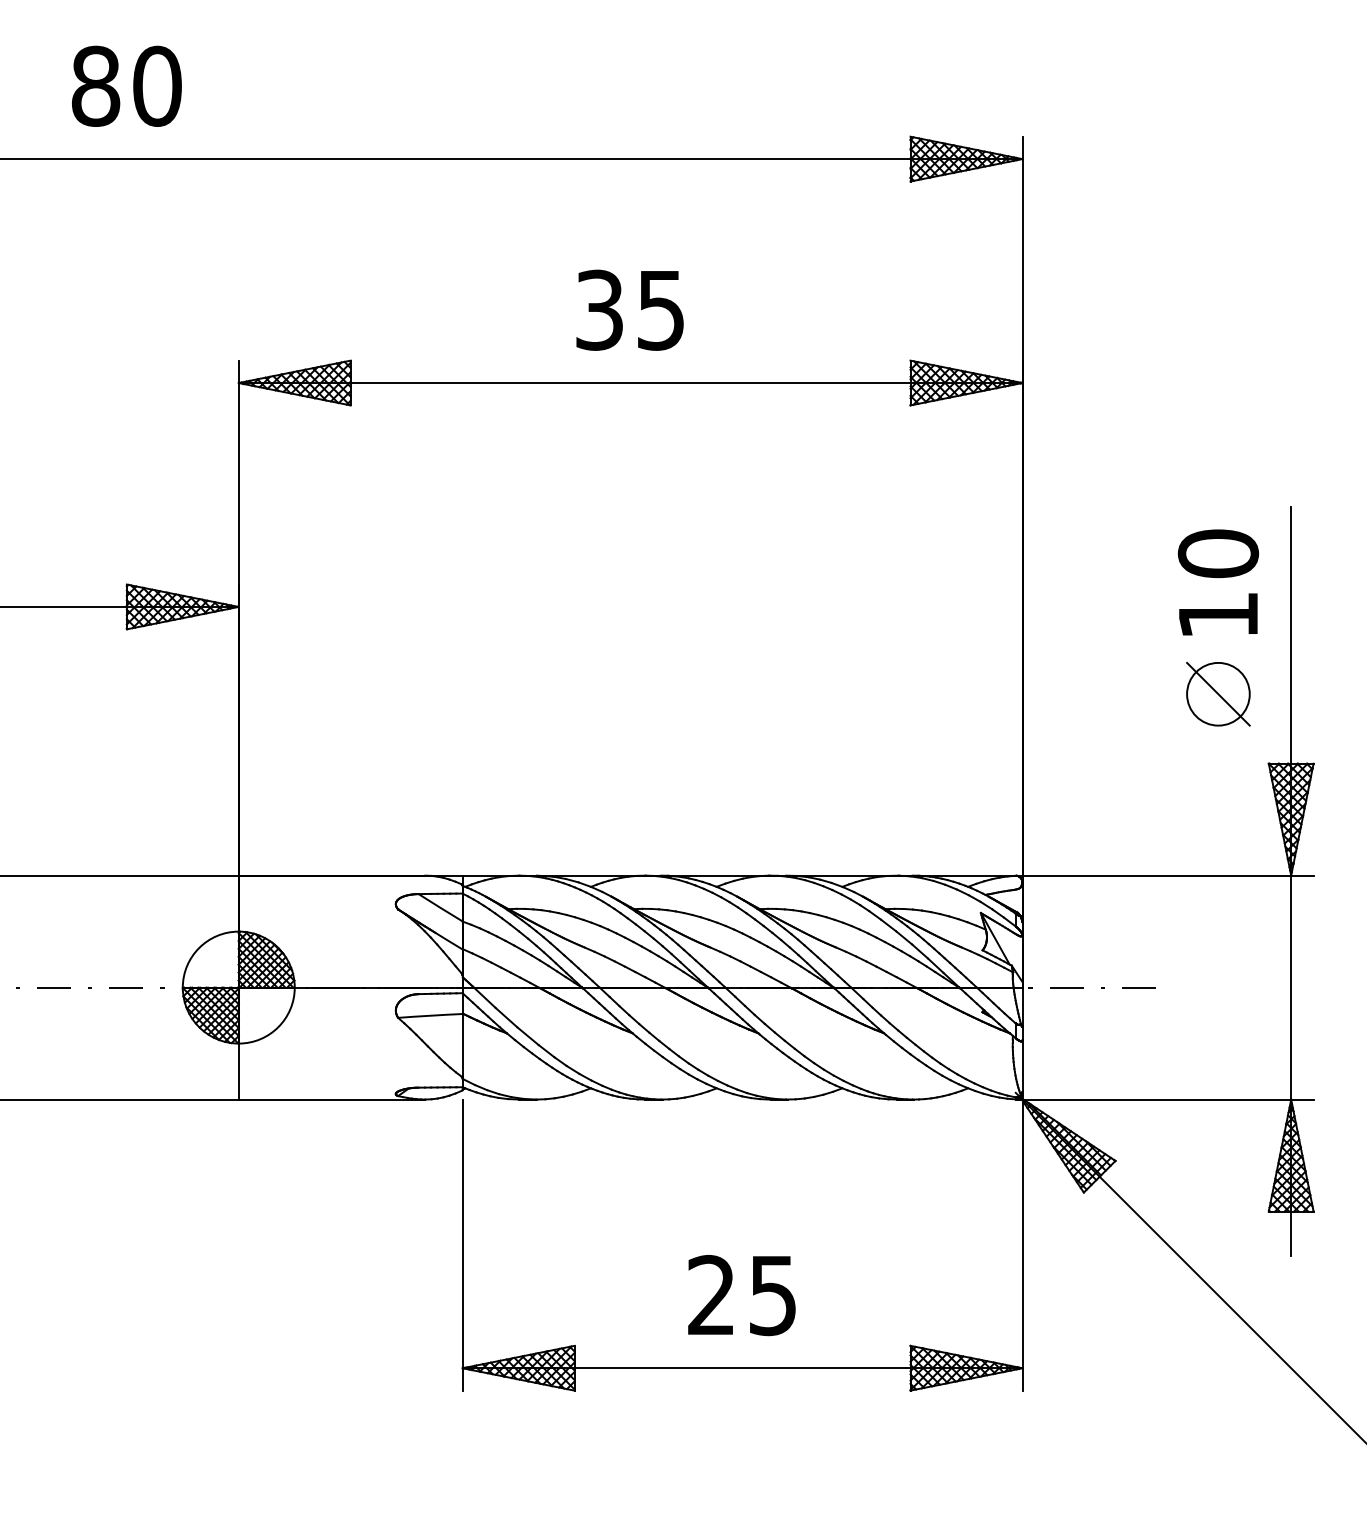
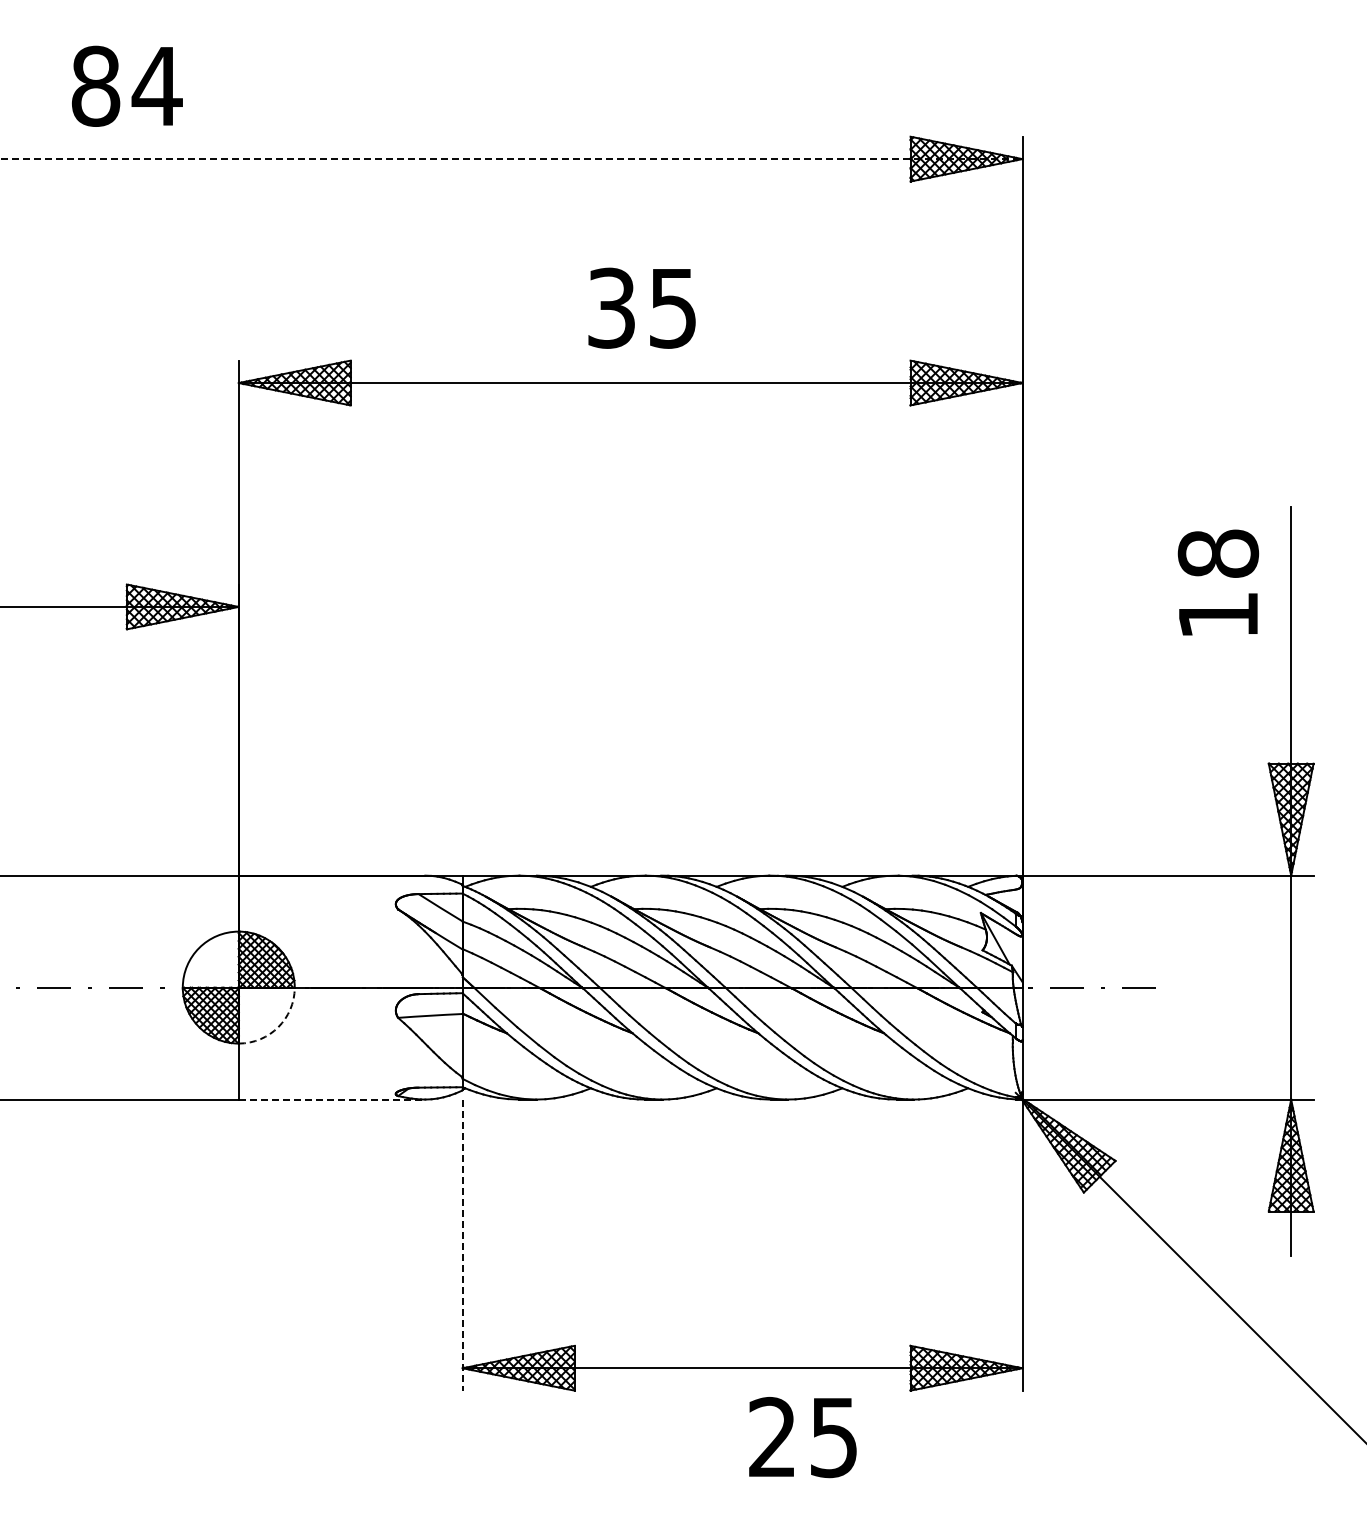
text at (156, 85): 80 -> 84
line at (511, 159): solid -> dashed
text at (629, 309) position: (629, 309) -> (641, 307)
text at (1218, 553): 10 -> 18
part at (1218, 693): present -> none
arc at (278, 1027): solid -> dashed
line at (332, 1099): solid -> dashed
line at (462, 1245): solid -> dashed
text at (741, 1295) position: (741, 1295) -> (802, 1437)
